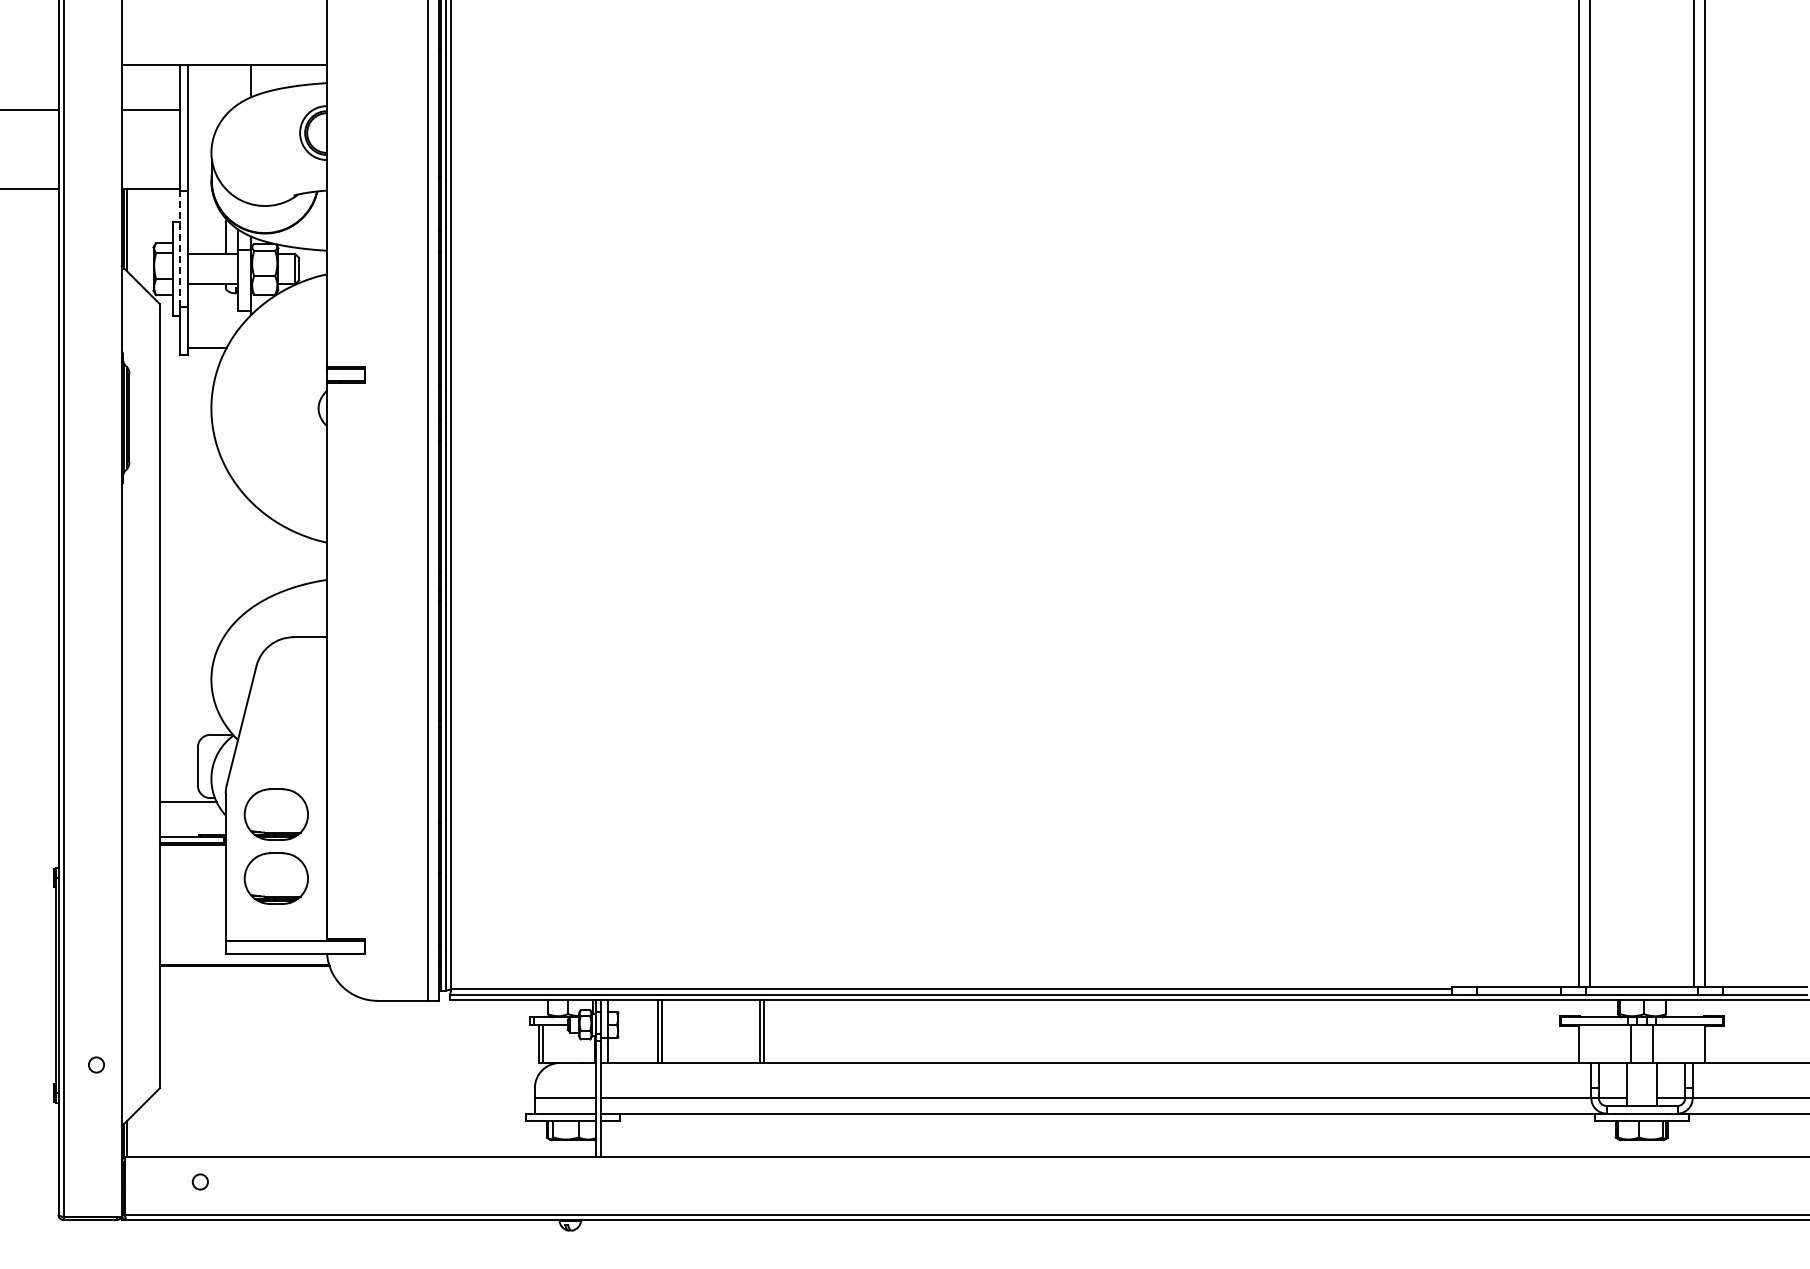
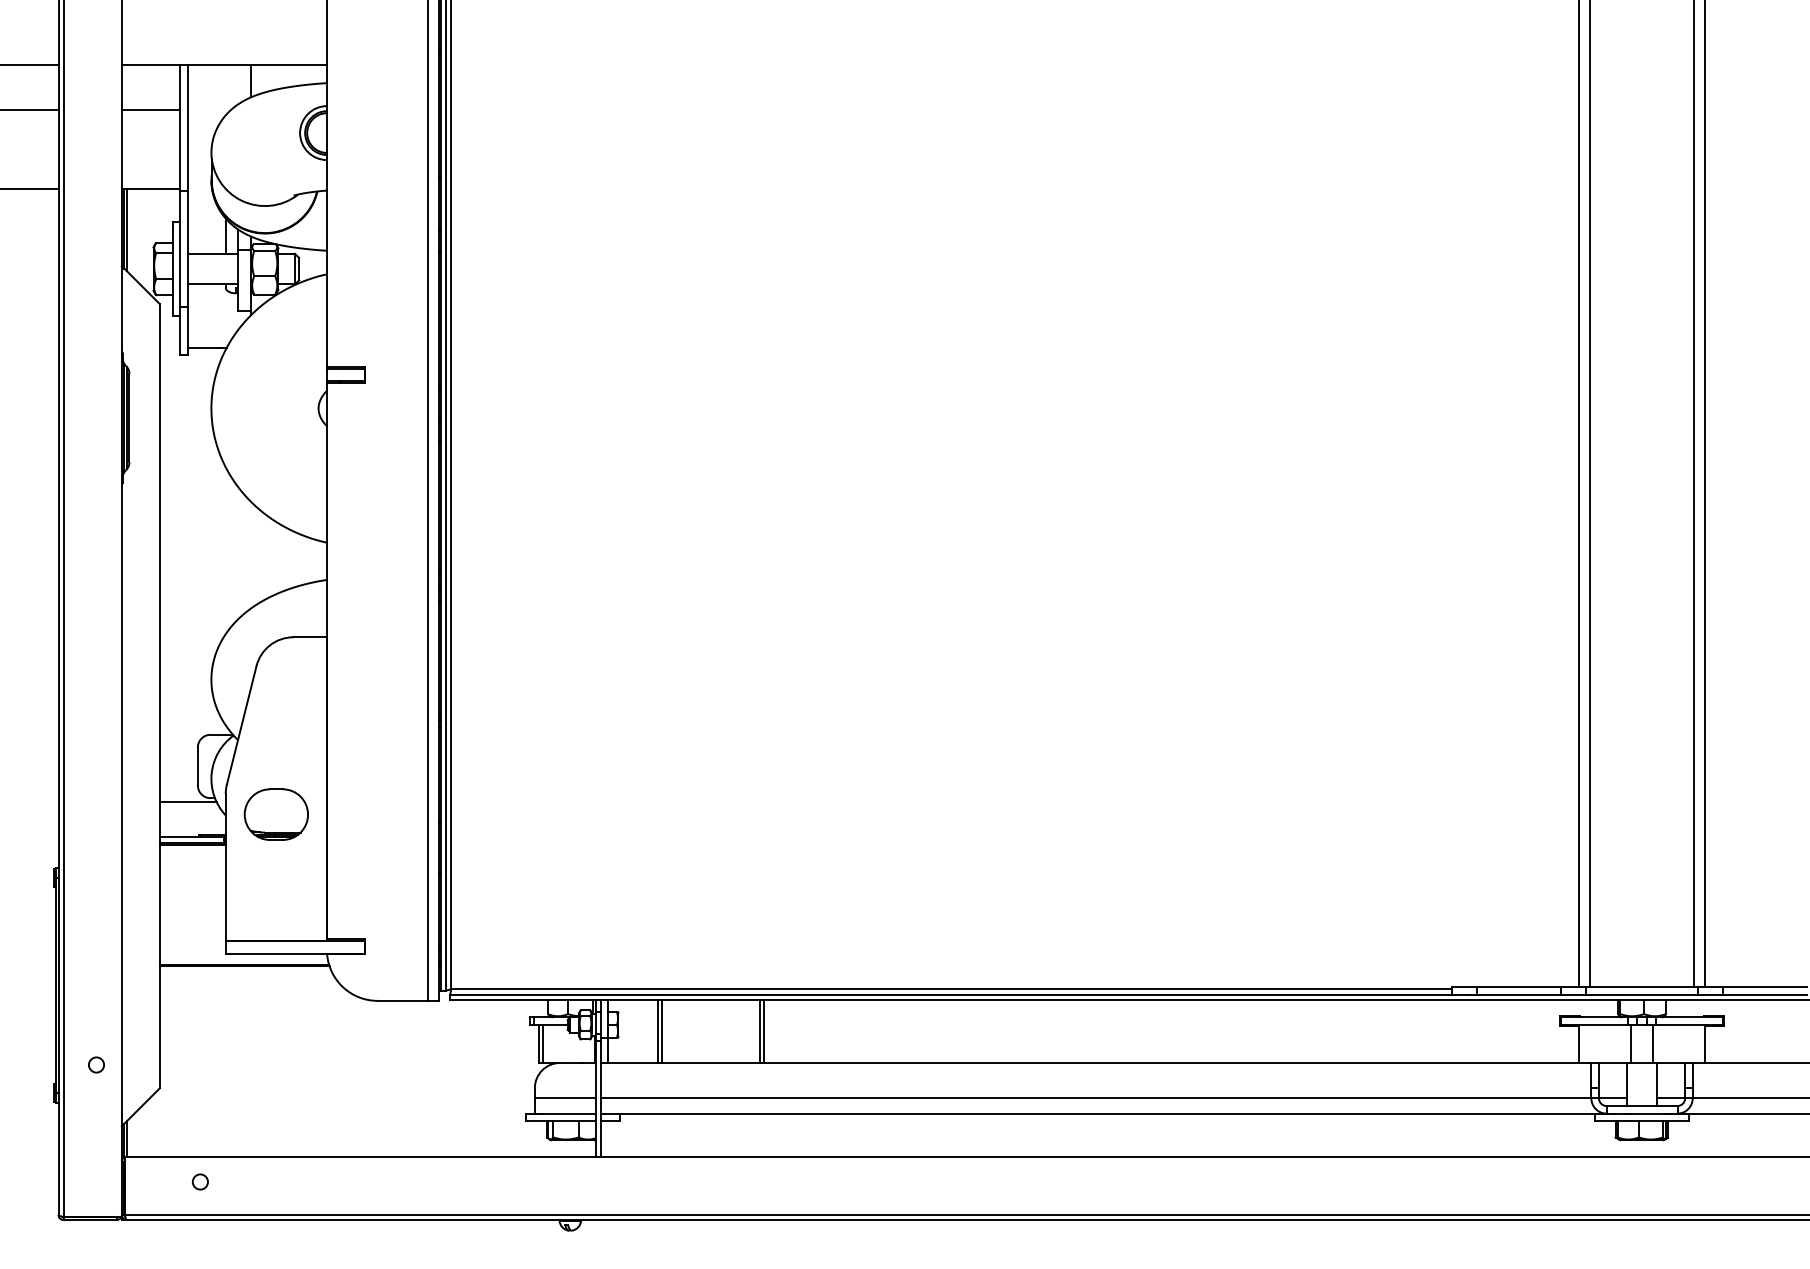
line at (30, 65): none -> present
line at (180, 248): dashed -> solid
part at (275, 878): present -> none
